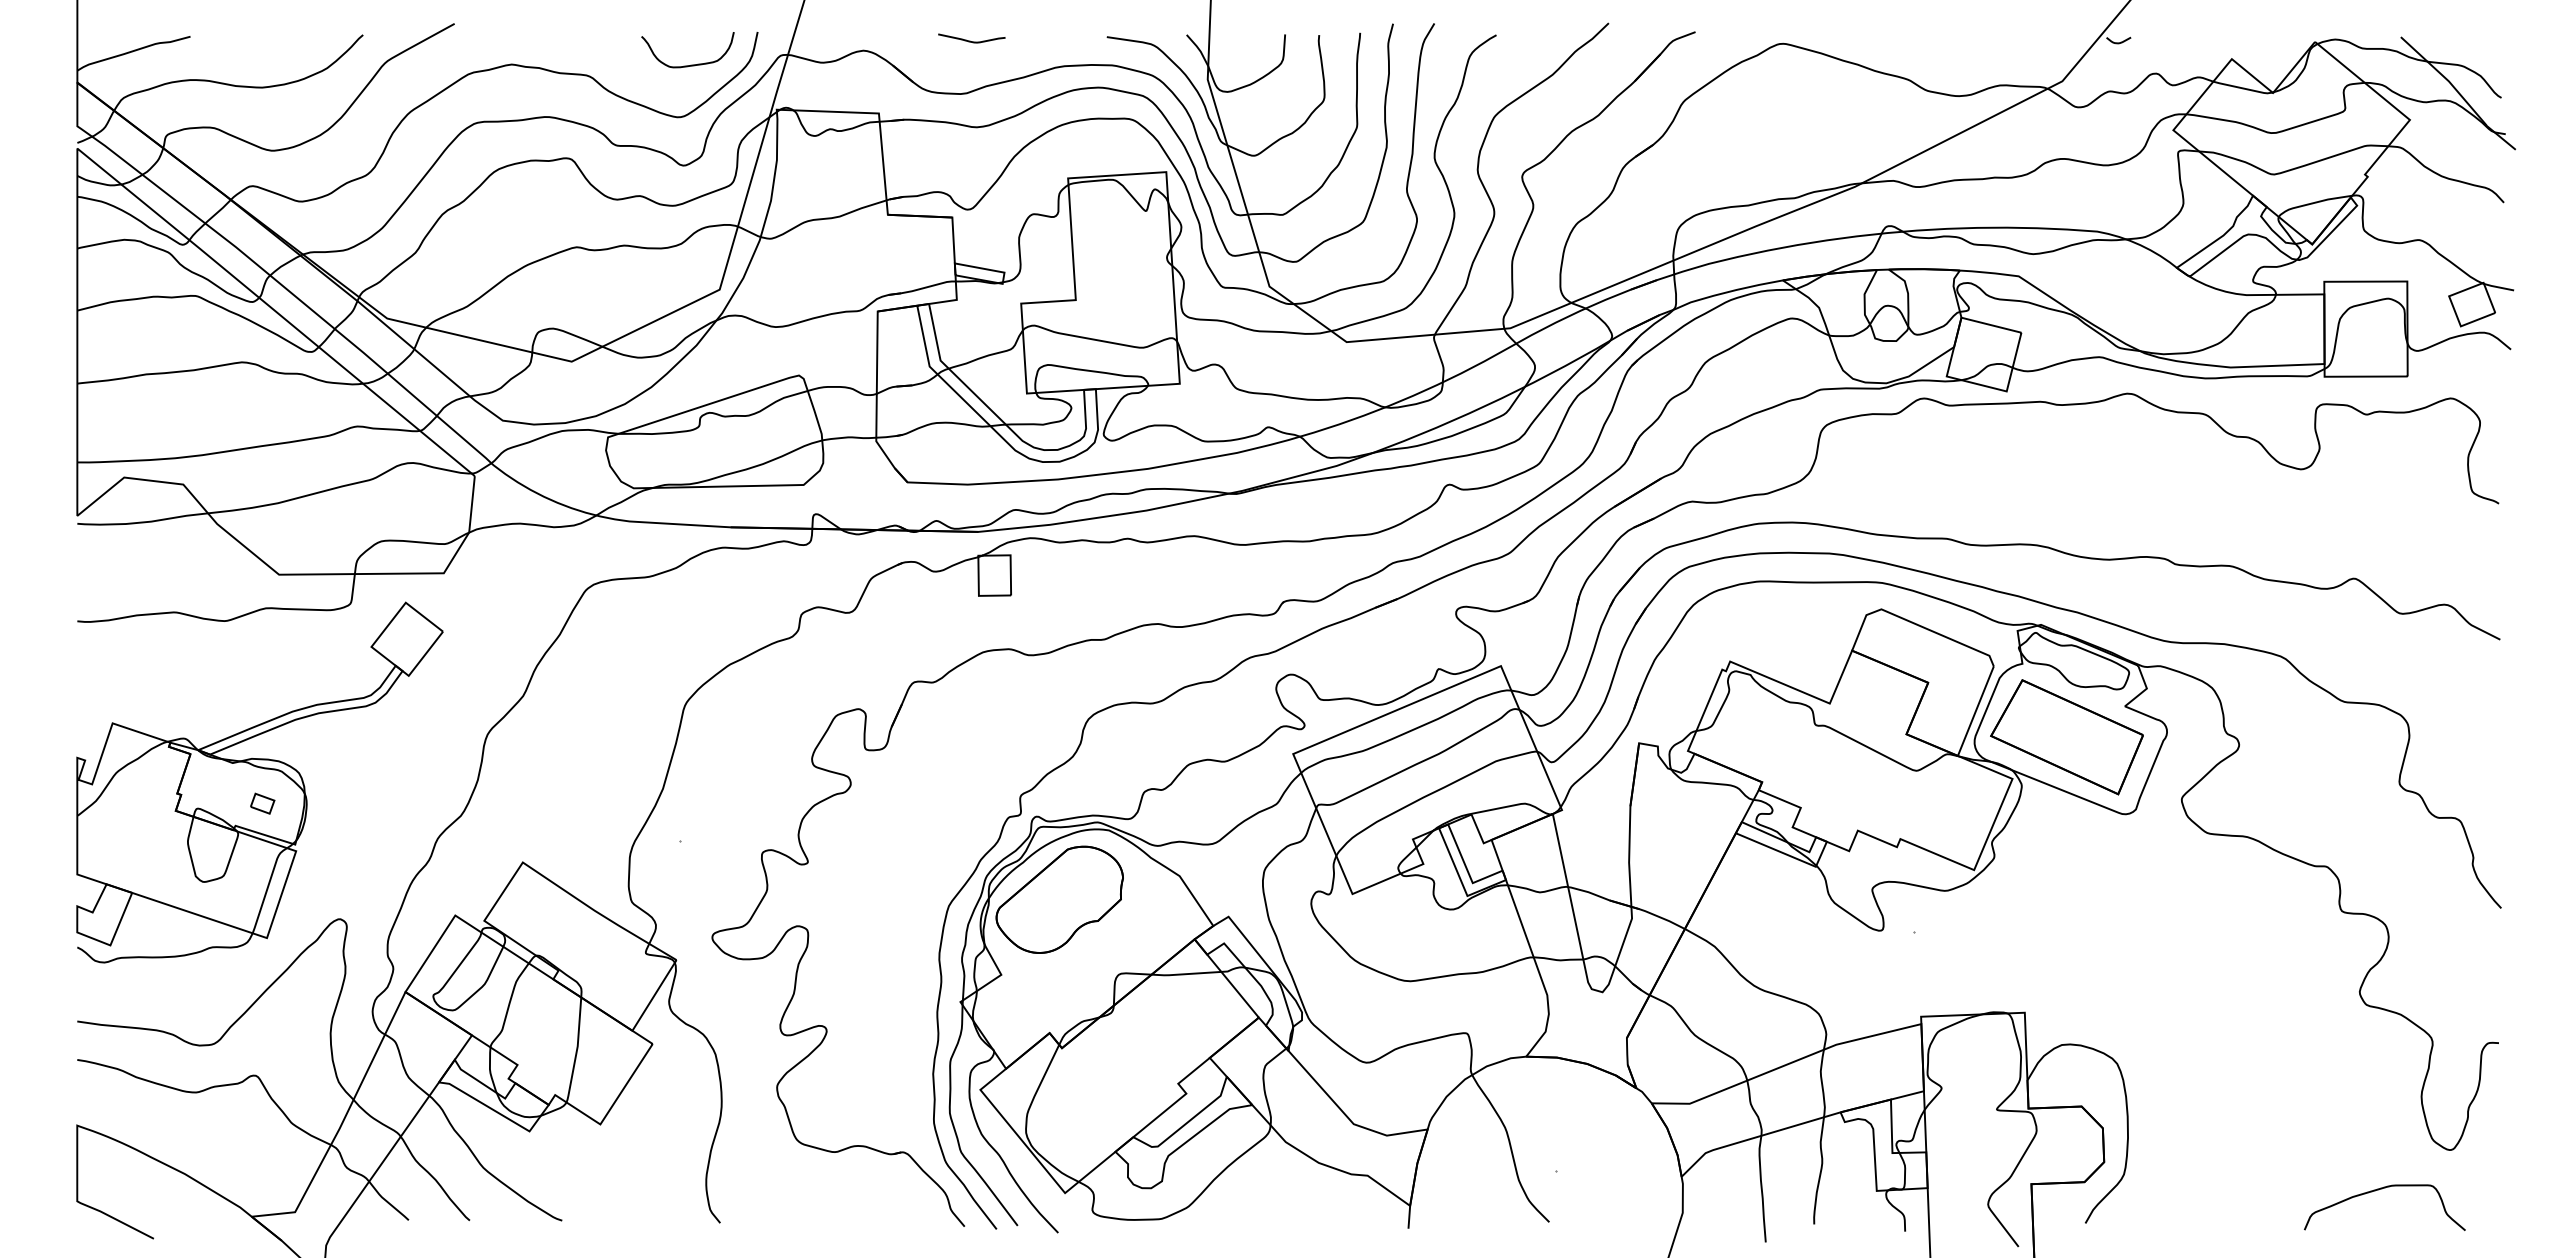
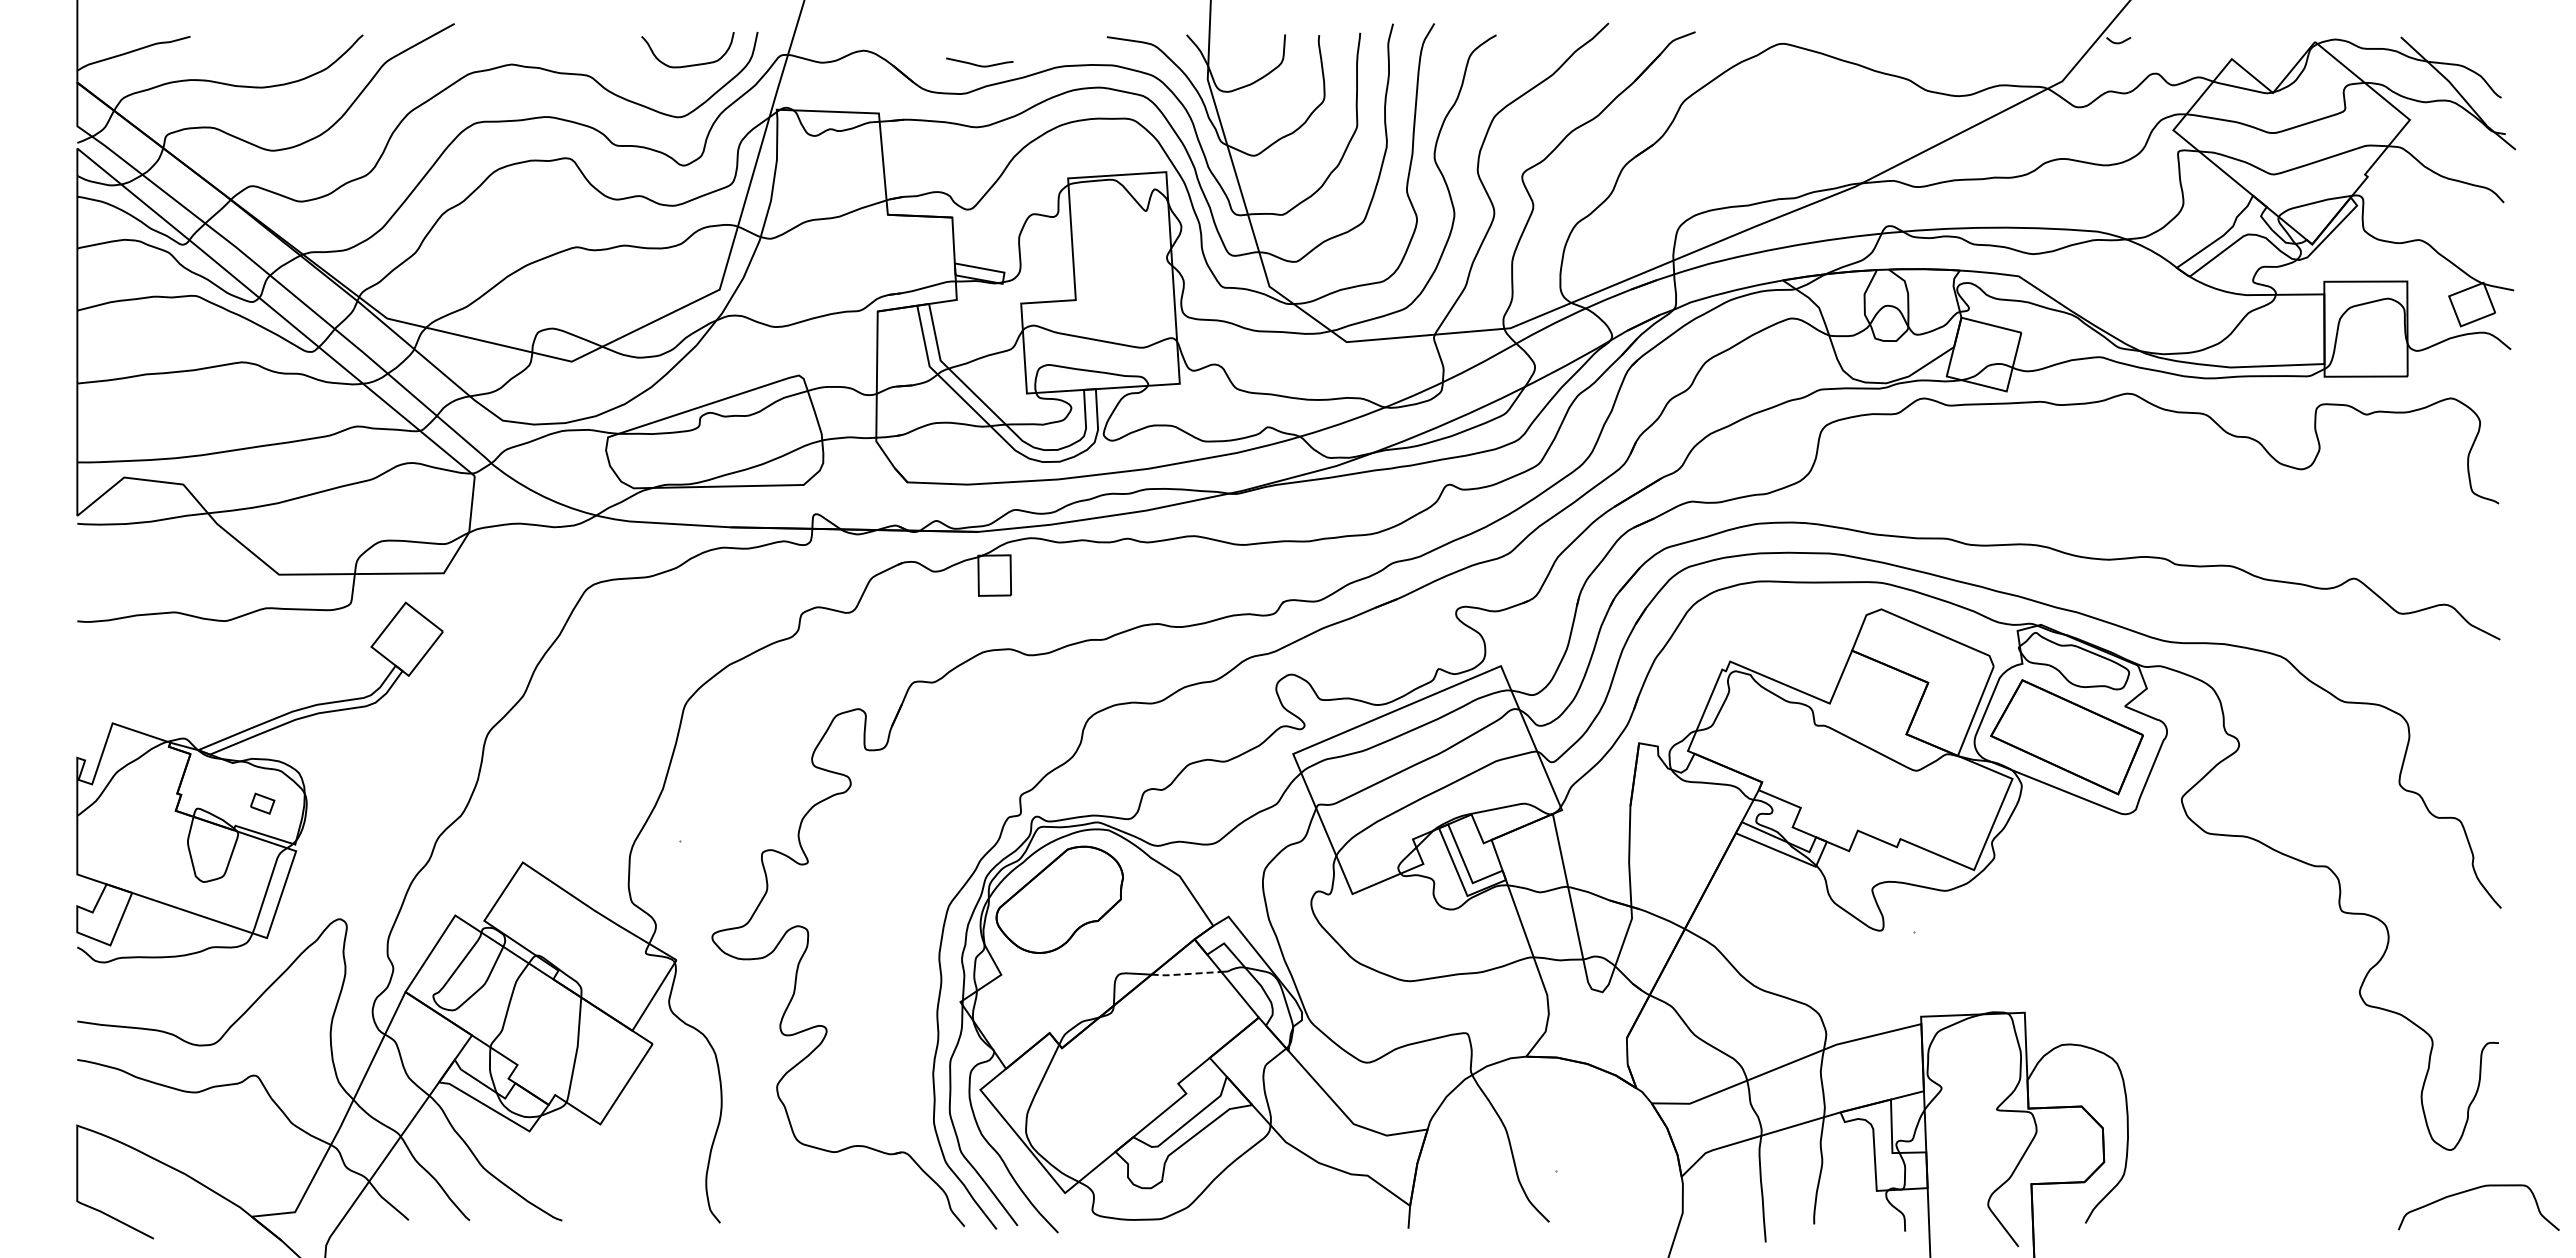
curve at (970, 40) position: (970, 40) -> (978, 64)
line at (1184, 974): solid -> dashed
curve at (2378, 1190) position: (2378, 1190) -> (2472, 1190)
